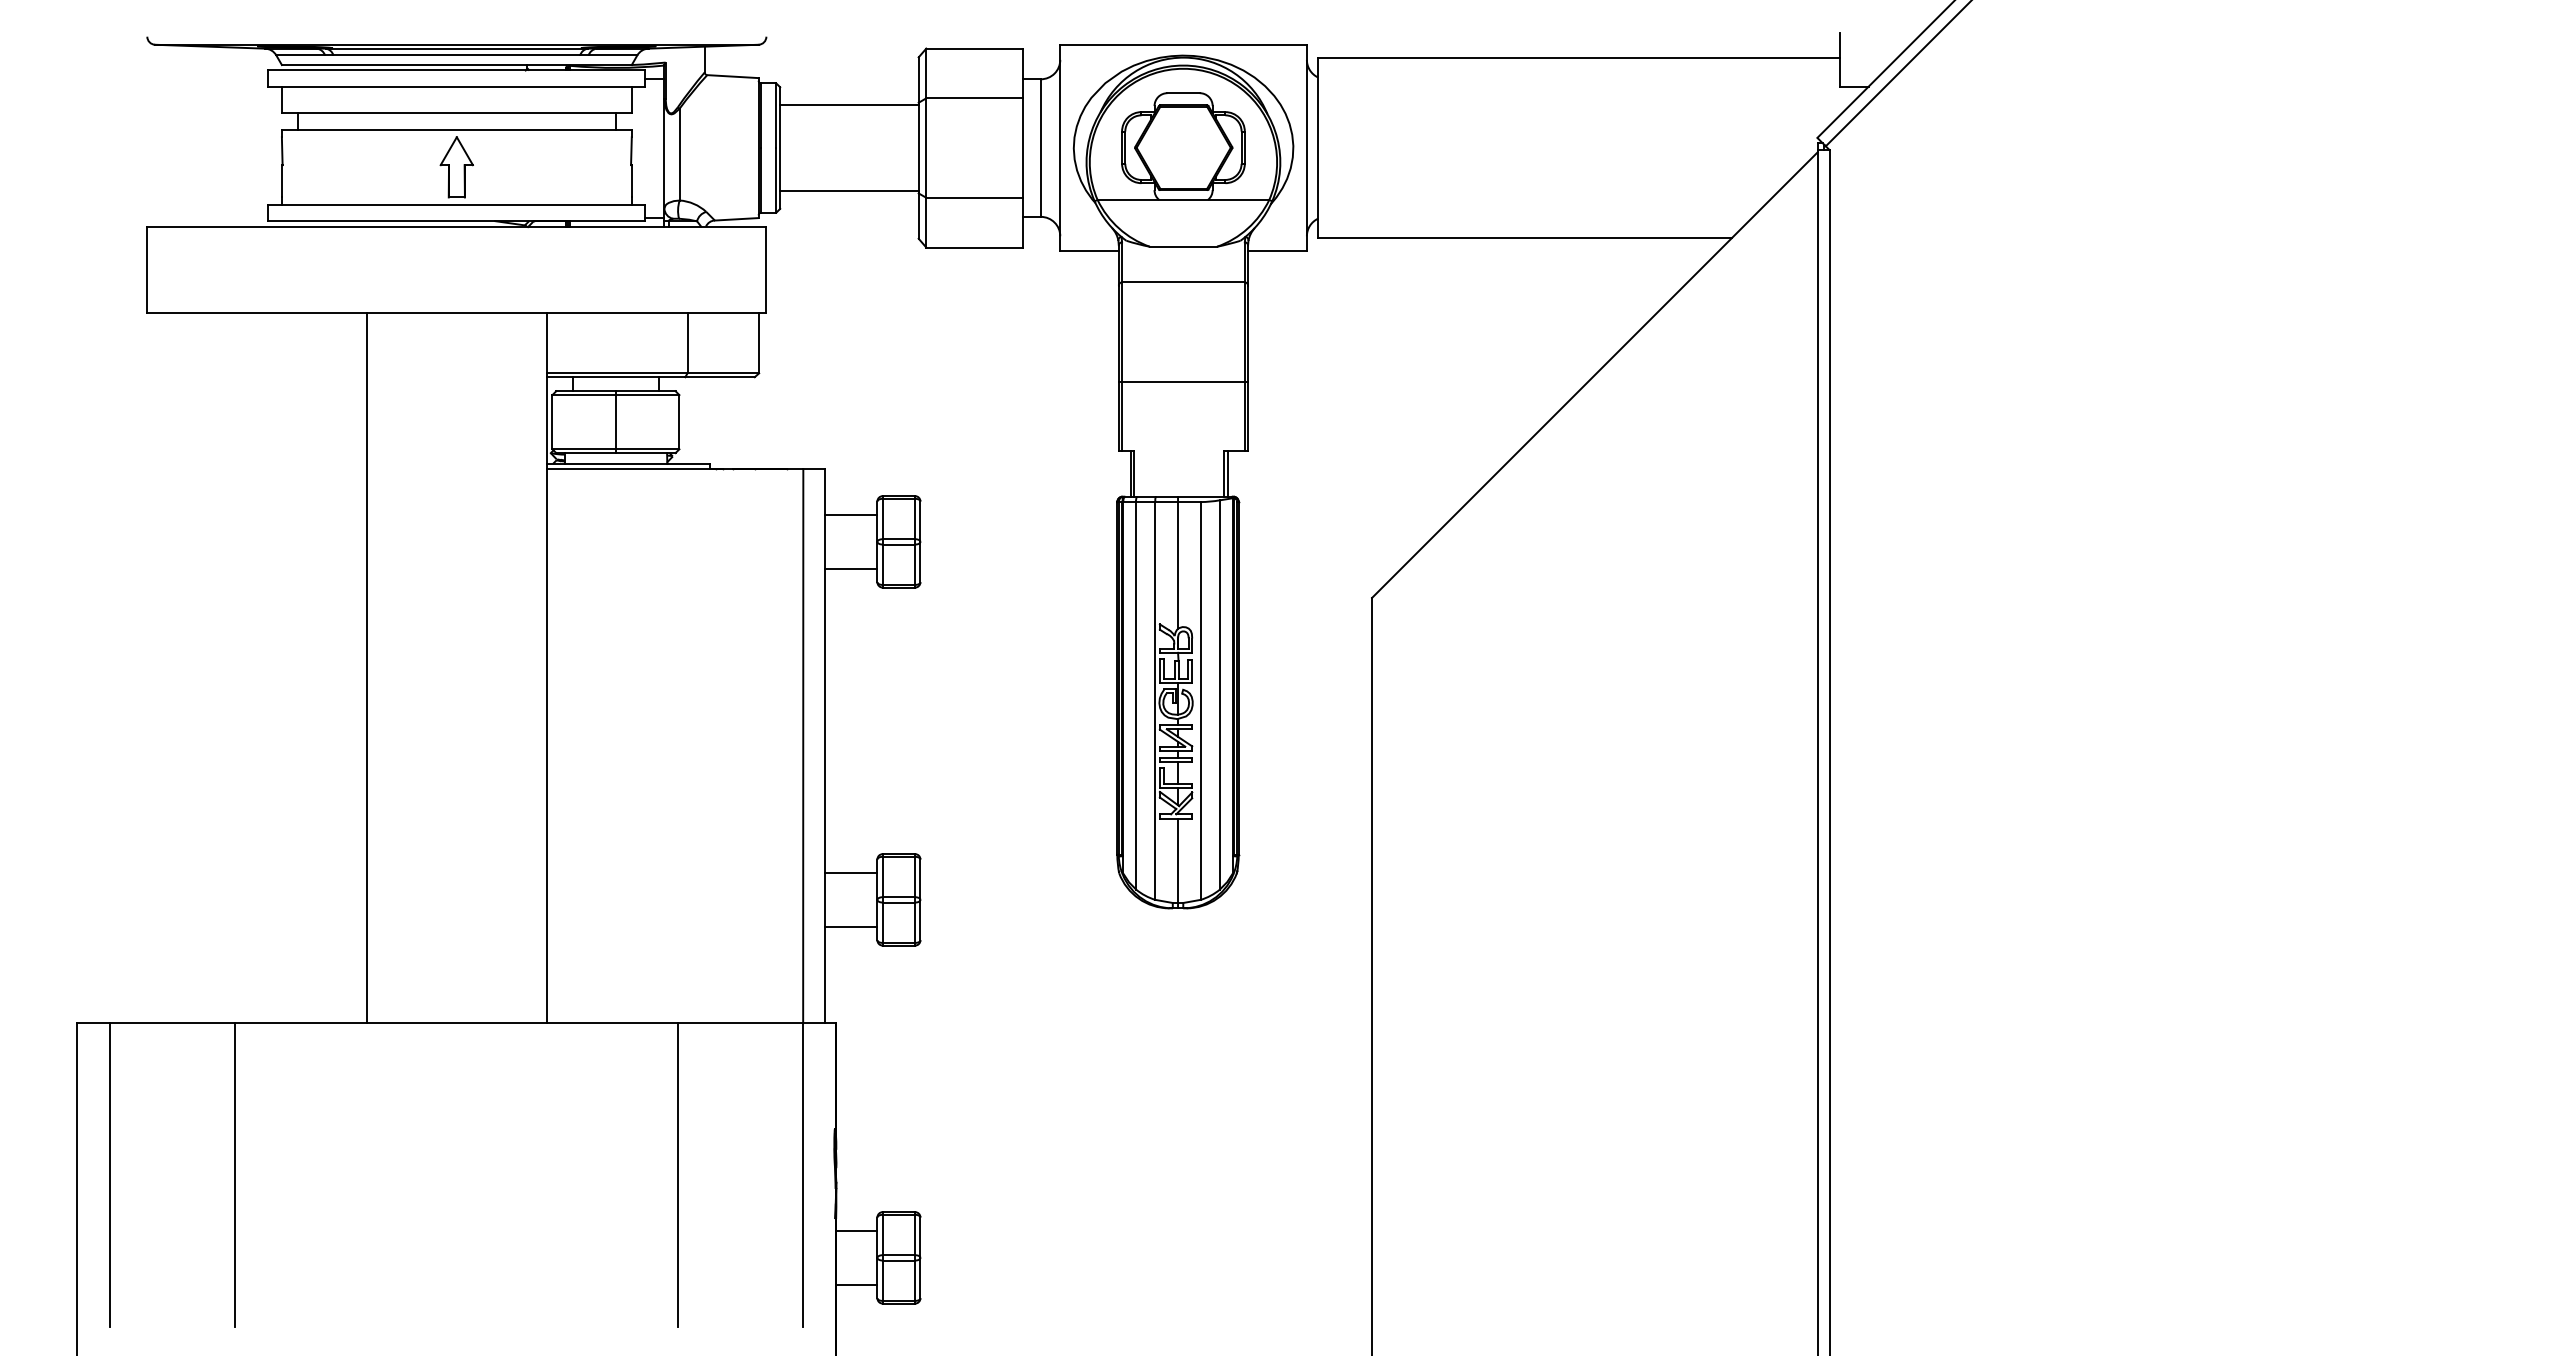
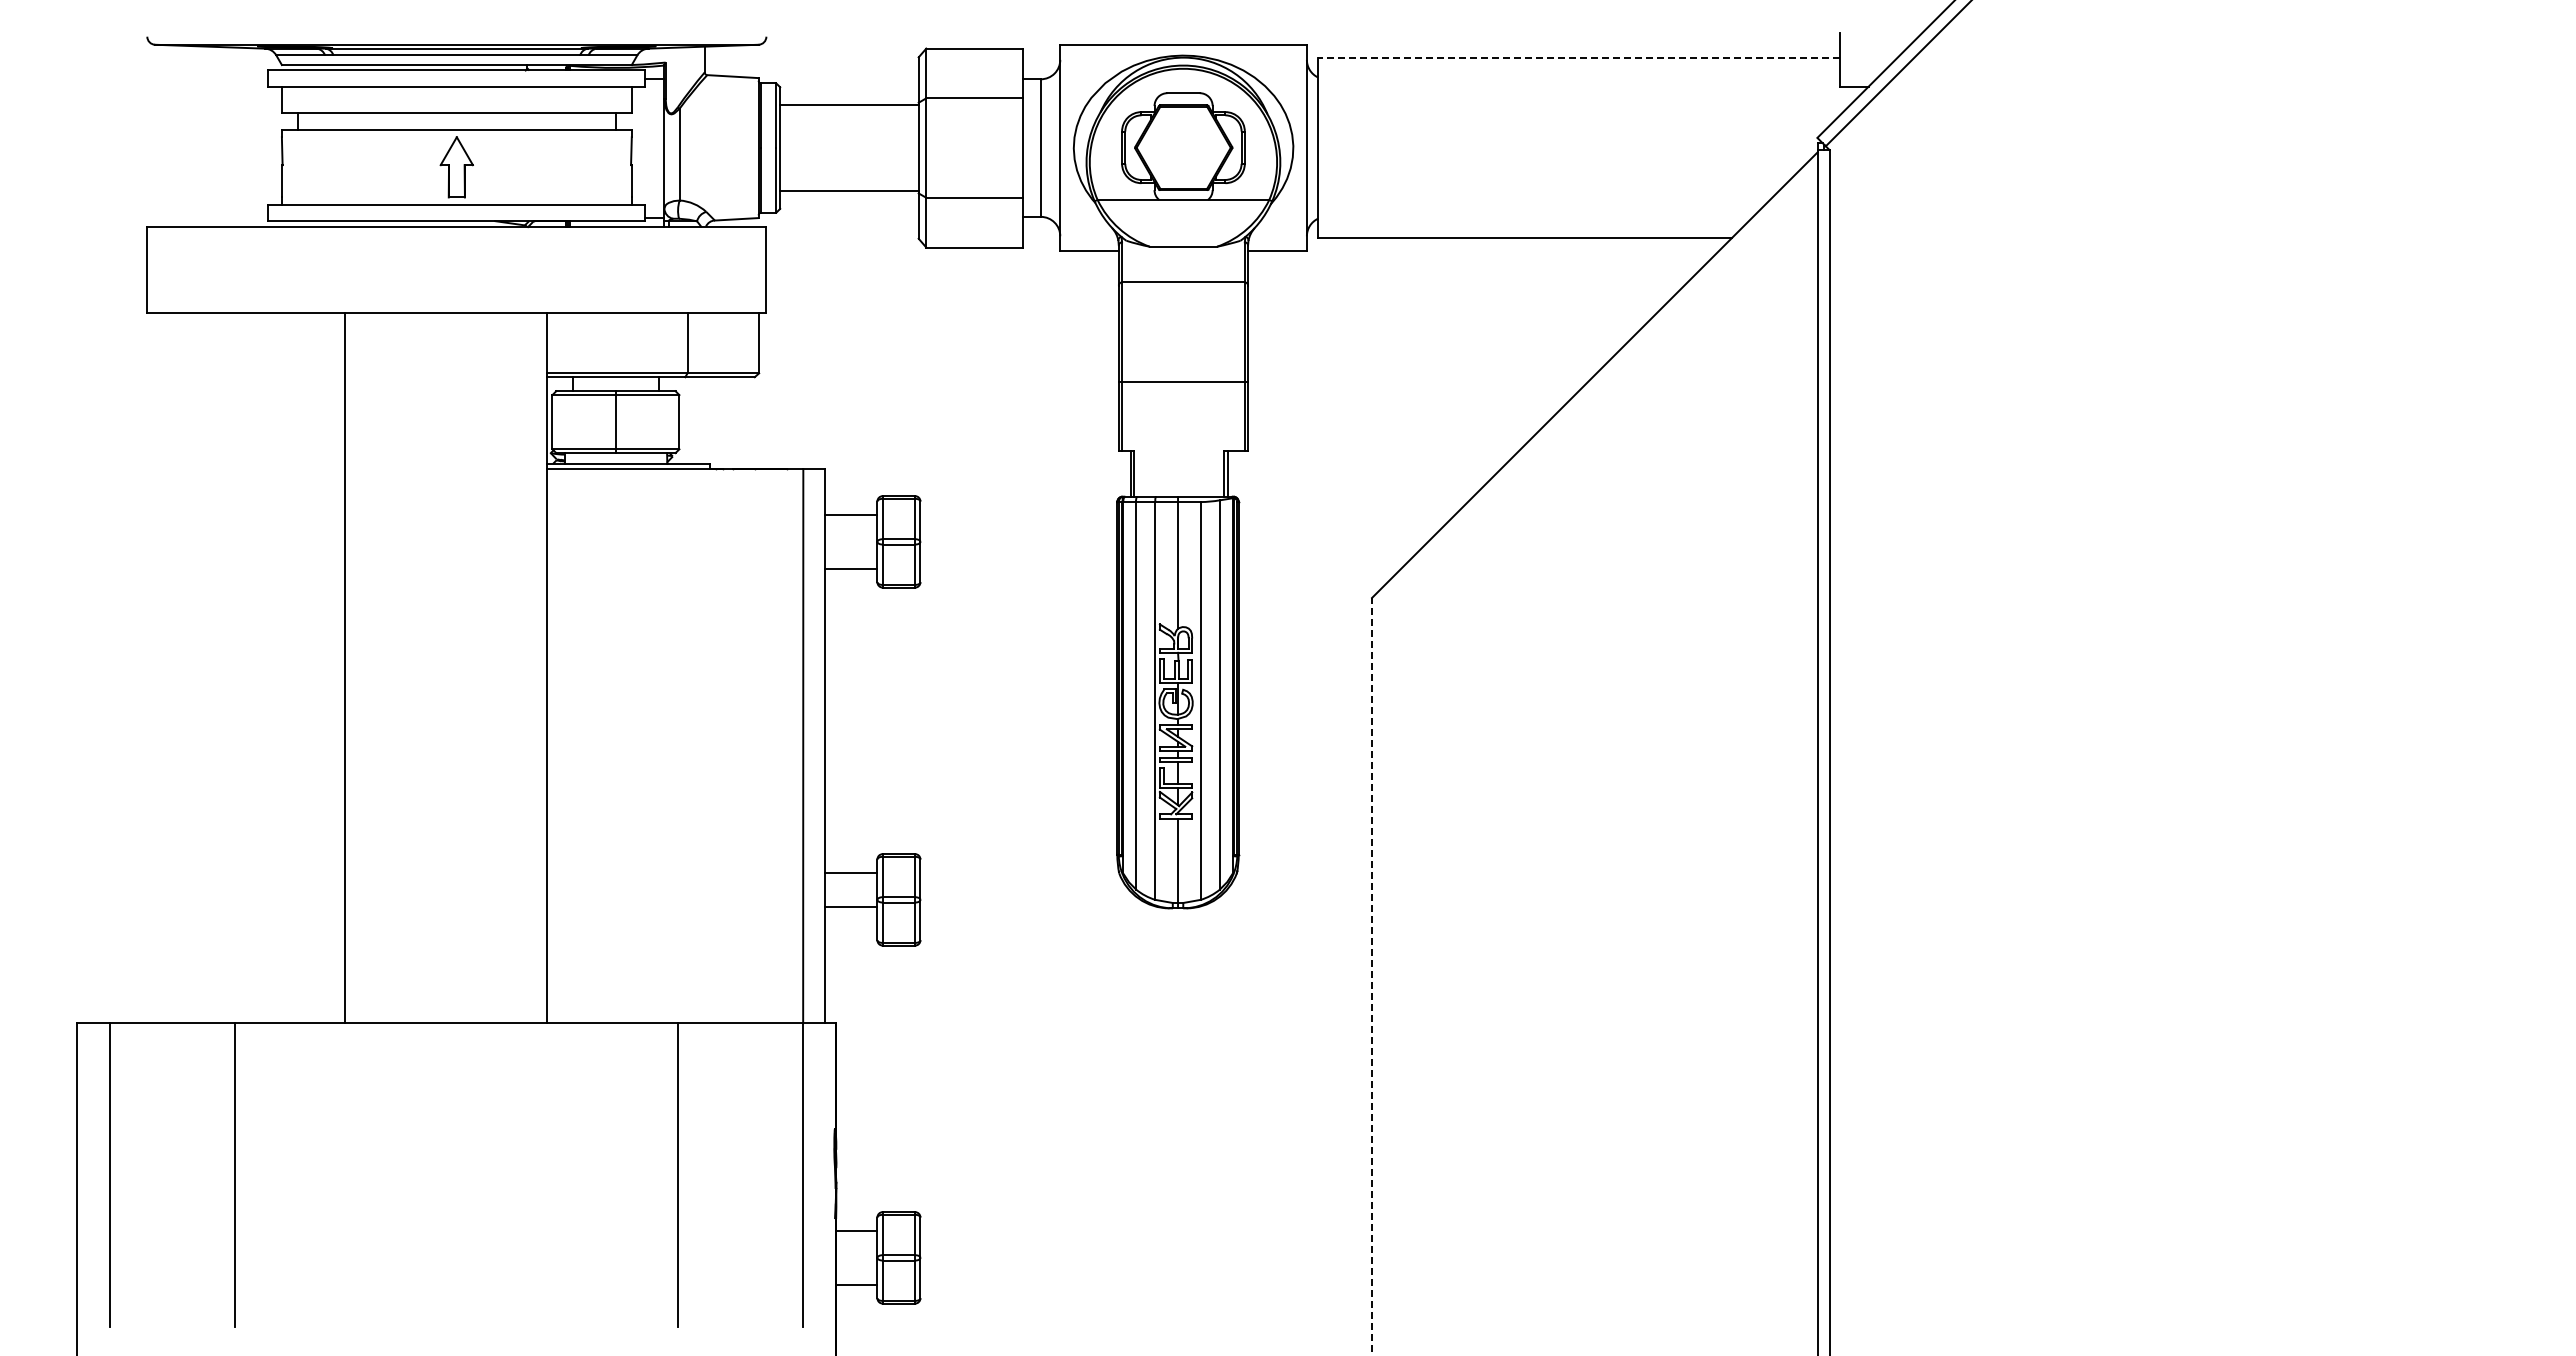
line at (1578, 58): solid -> dashed
line at (366, 667) position: (366, 667) -> (344, 667)
line at (850, 926) position: (850, 926) -> (850, 906)
line at (1372, 976): solid -> dashed
